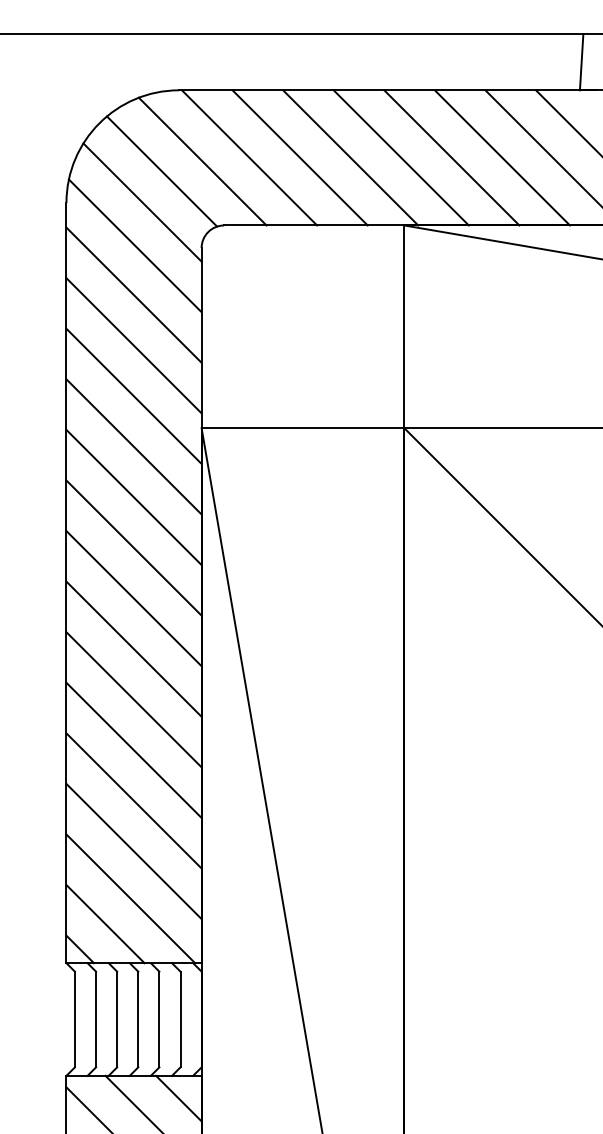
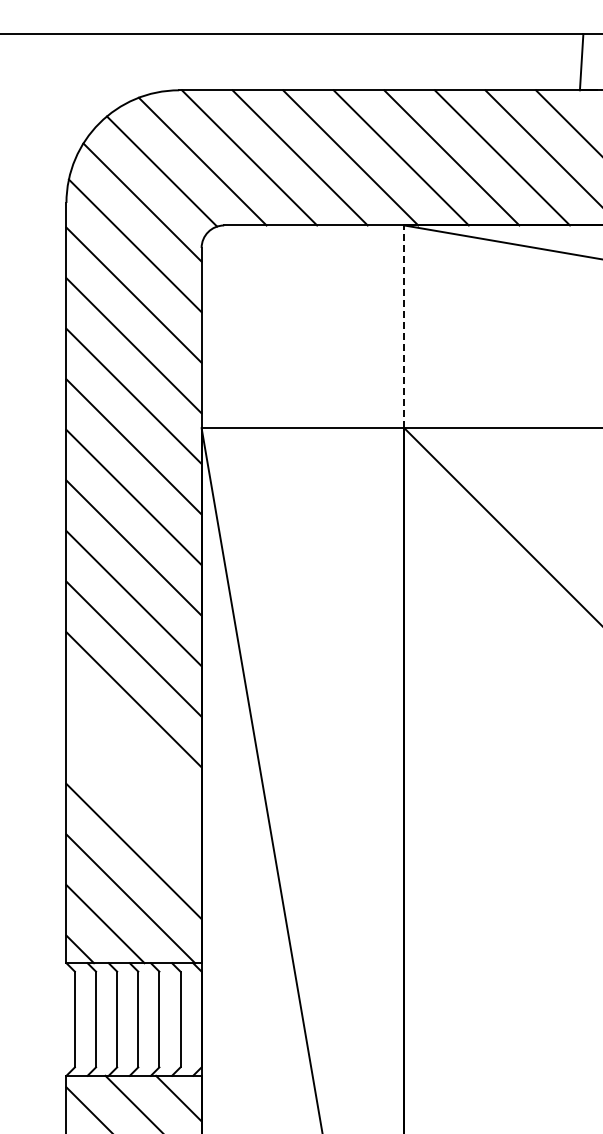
line at (404, 326): solid -> dashed
line at (133, 749): present -> none
line at (133, 800): present -> none
